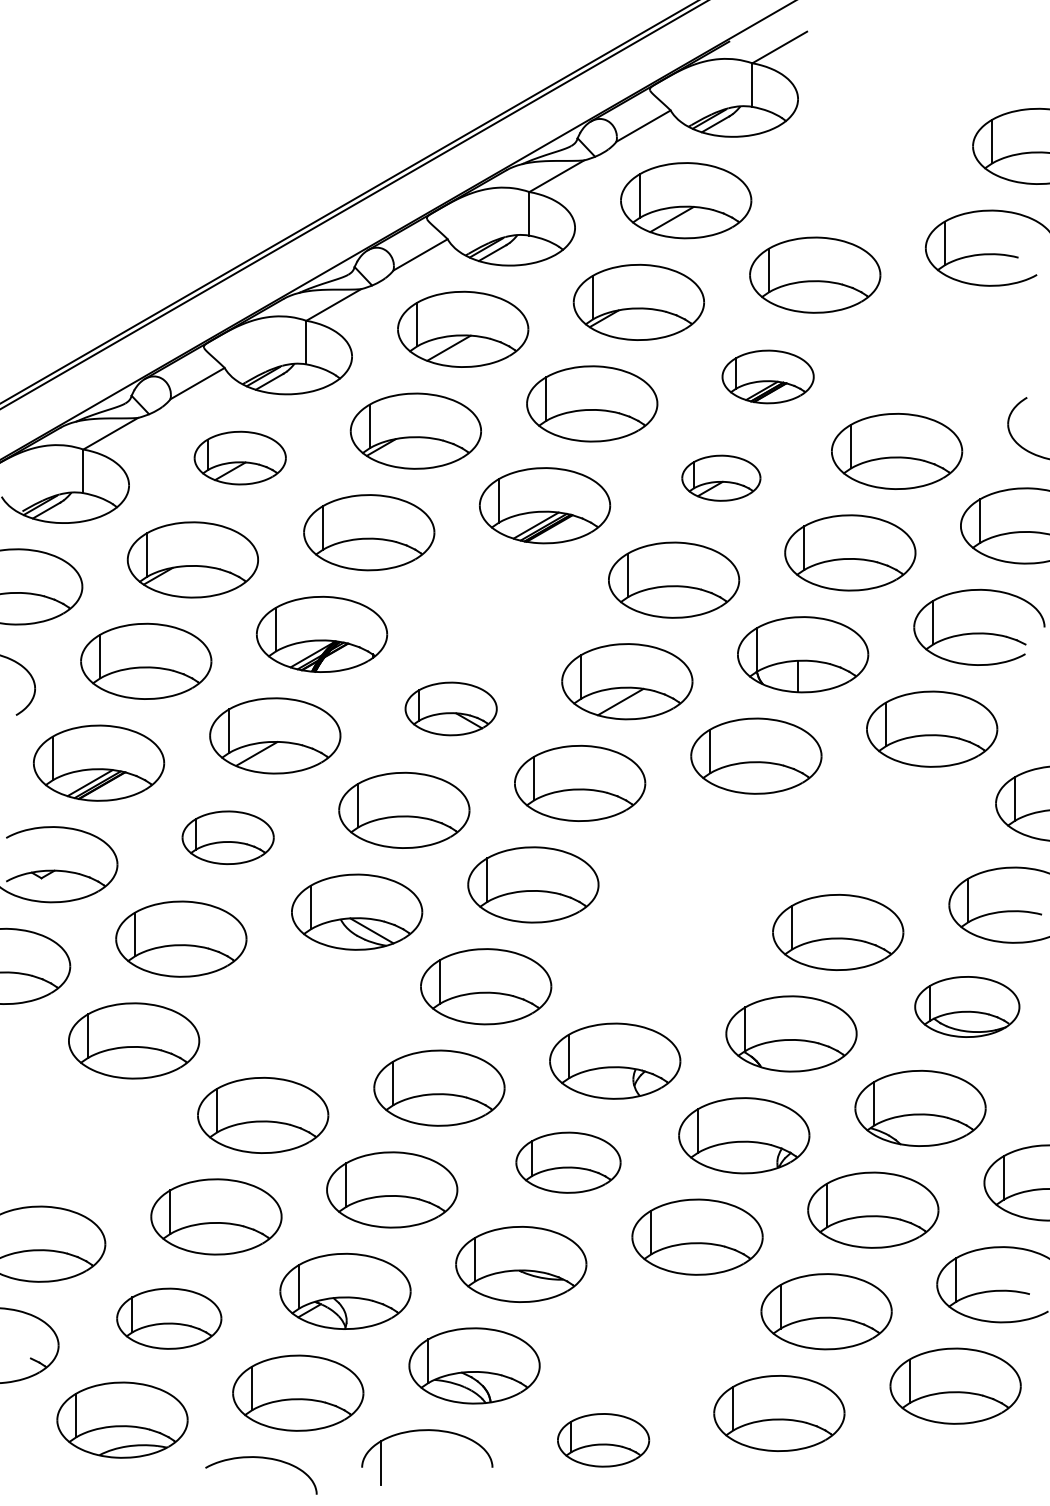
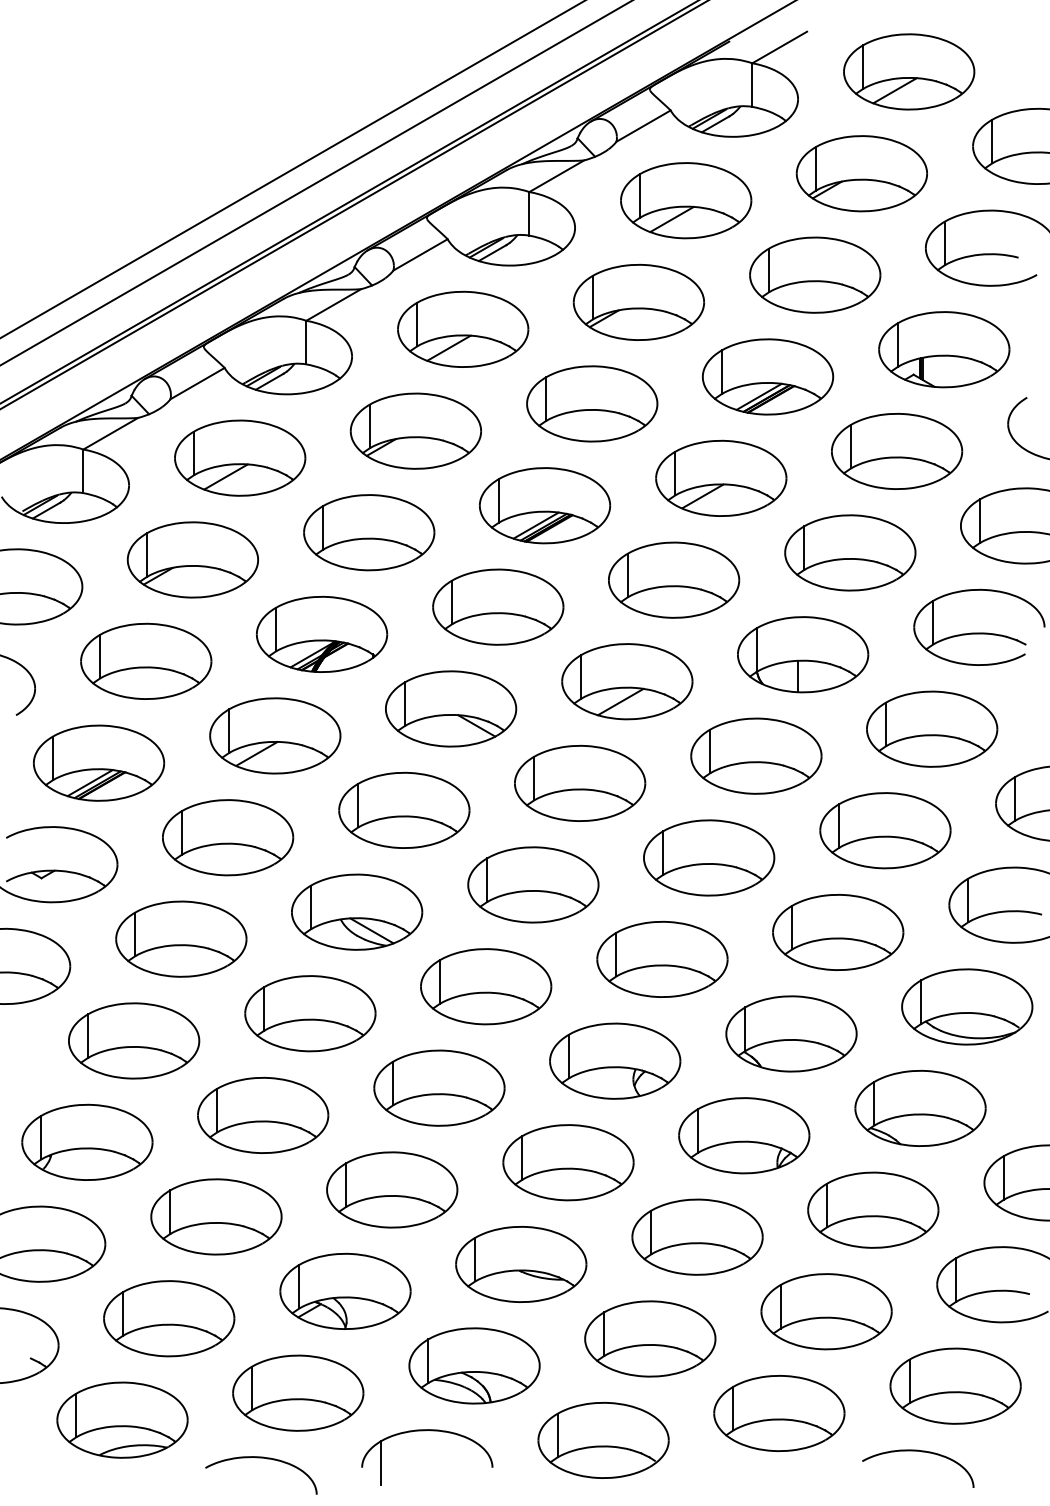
part at (909, 71): none -> present
line at (292, 169): none -> present
part at (861, 173): none -> present
line at (315, 183): none -> present
part at (944, 349): none -> present
part at (767, 376) size: 94x56 px -> 133x78 px
part at (239, 457) size: 94x56 px -> 133x78 px
part at (721, 477) size: 81x48 px -> 133x78 px
part at (498, 606): none -> present
part at (450, 708) size: 94x56 px -> 133x78 px
part at (885, 830): none -> present
part at (227, 837) size: 94x55 px -> 133x78 px
part at (709, 857): none -> present
part at (662, 958): none -> present
part at (967, 1006) size: 107x62 px -> 133x78 px
part at (310, 1013): none -> present
part at (87, 1141): none -> present
part at (568, 1162) size: 107x63 px -> 133x78 px
part at (169, 1318) size: 107x63 px -> 133x78 px
part at (650, 1338): none -> present
part at (603, 1440) size: 94x55 px -> 133x78 px
curve at (921, 1452): none -> present
